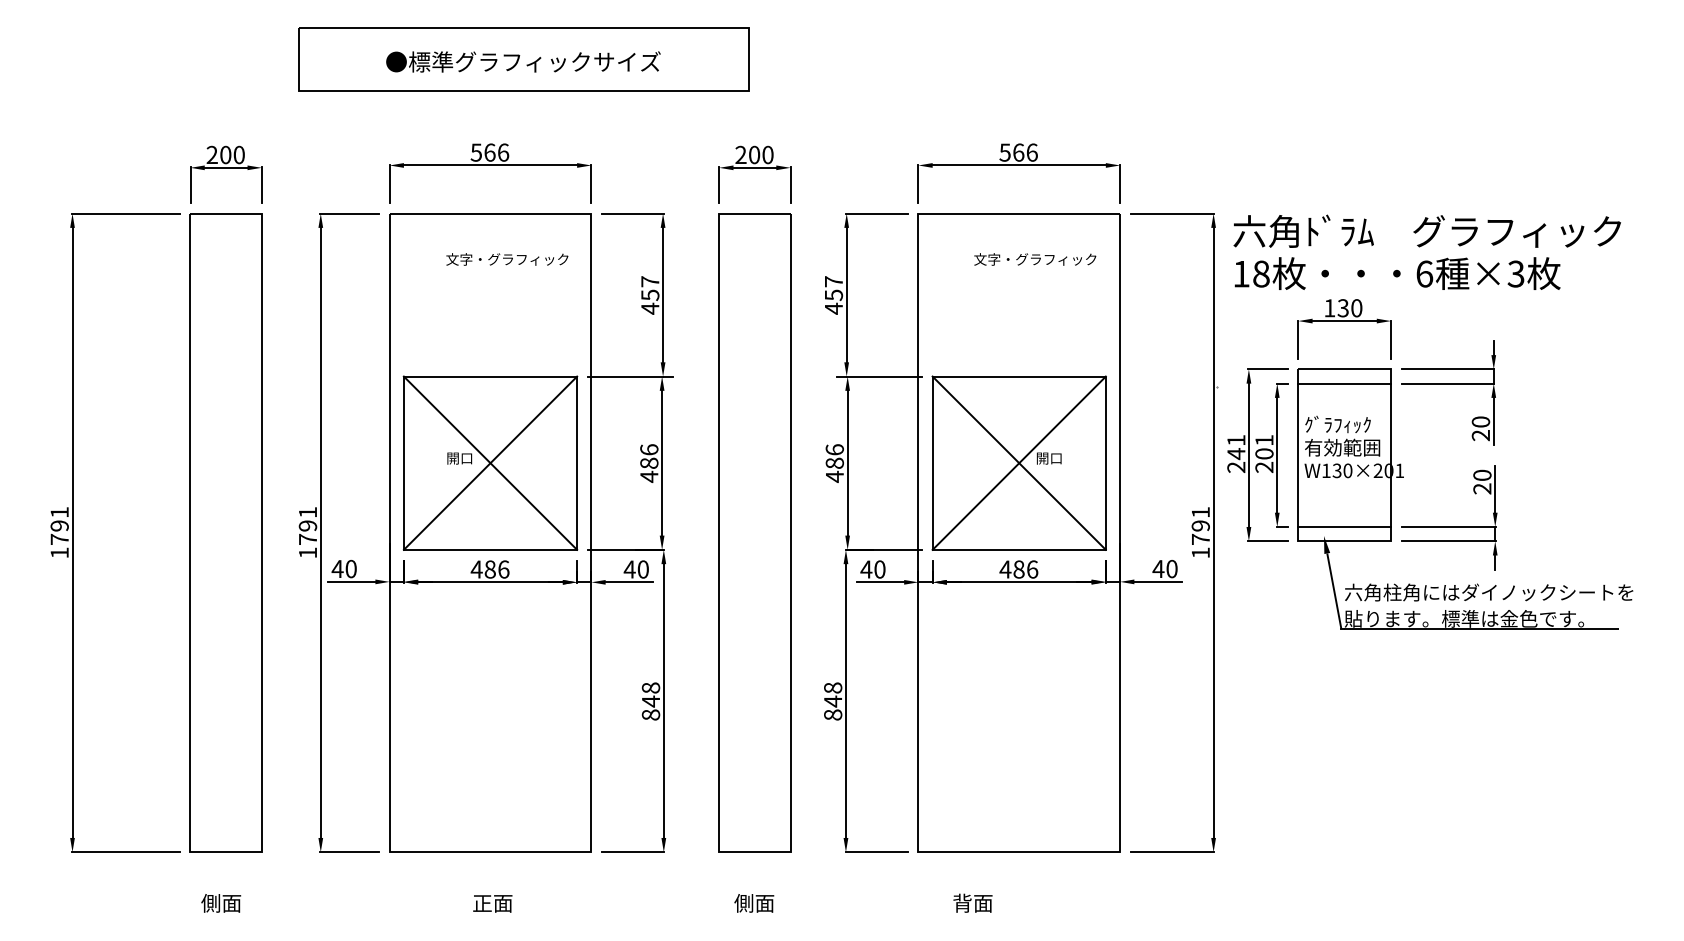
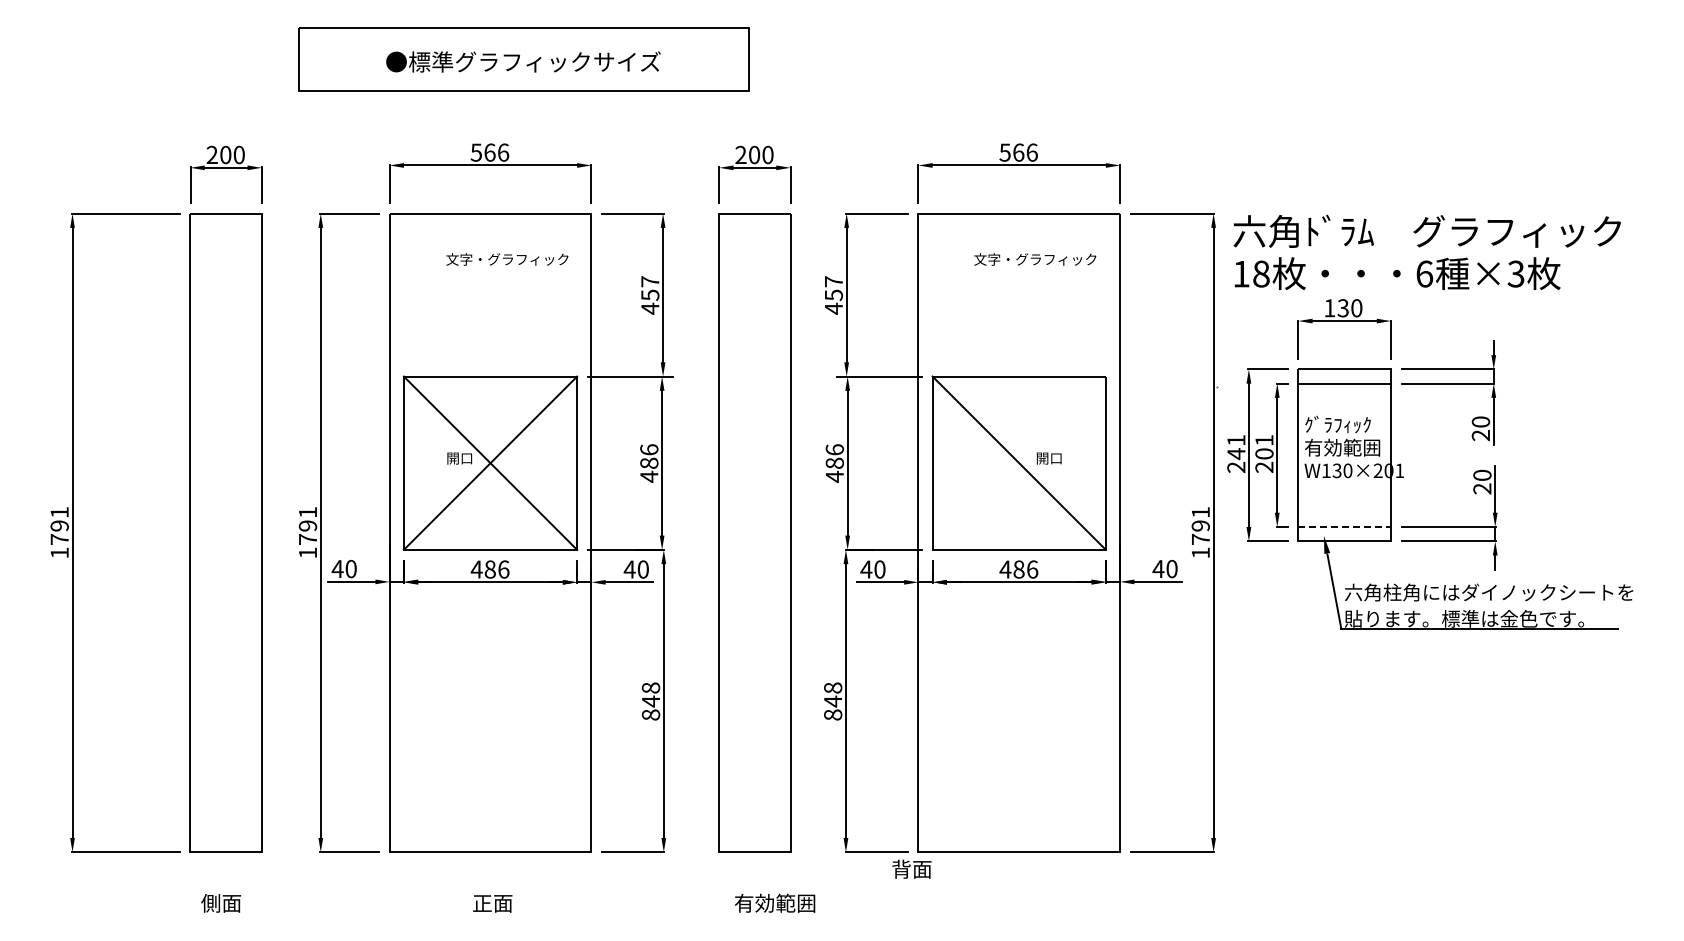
line at (1018, 462): present -> none
line at (1345, 526): solid -> dashed
text at (774, 902): 側面 -> 有効範囲
text at (972, 902) position: (972, 902) -> (911, 868)
